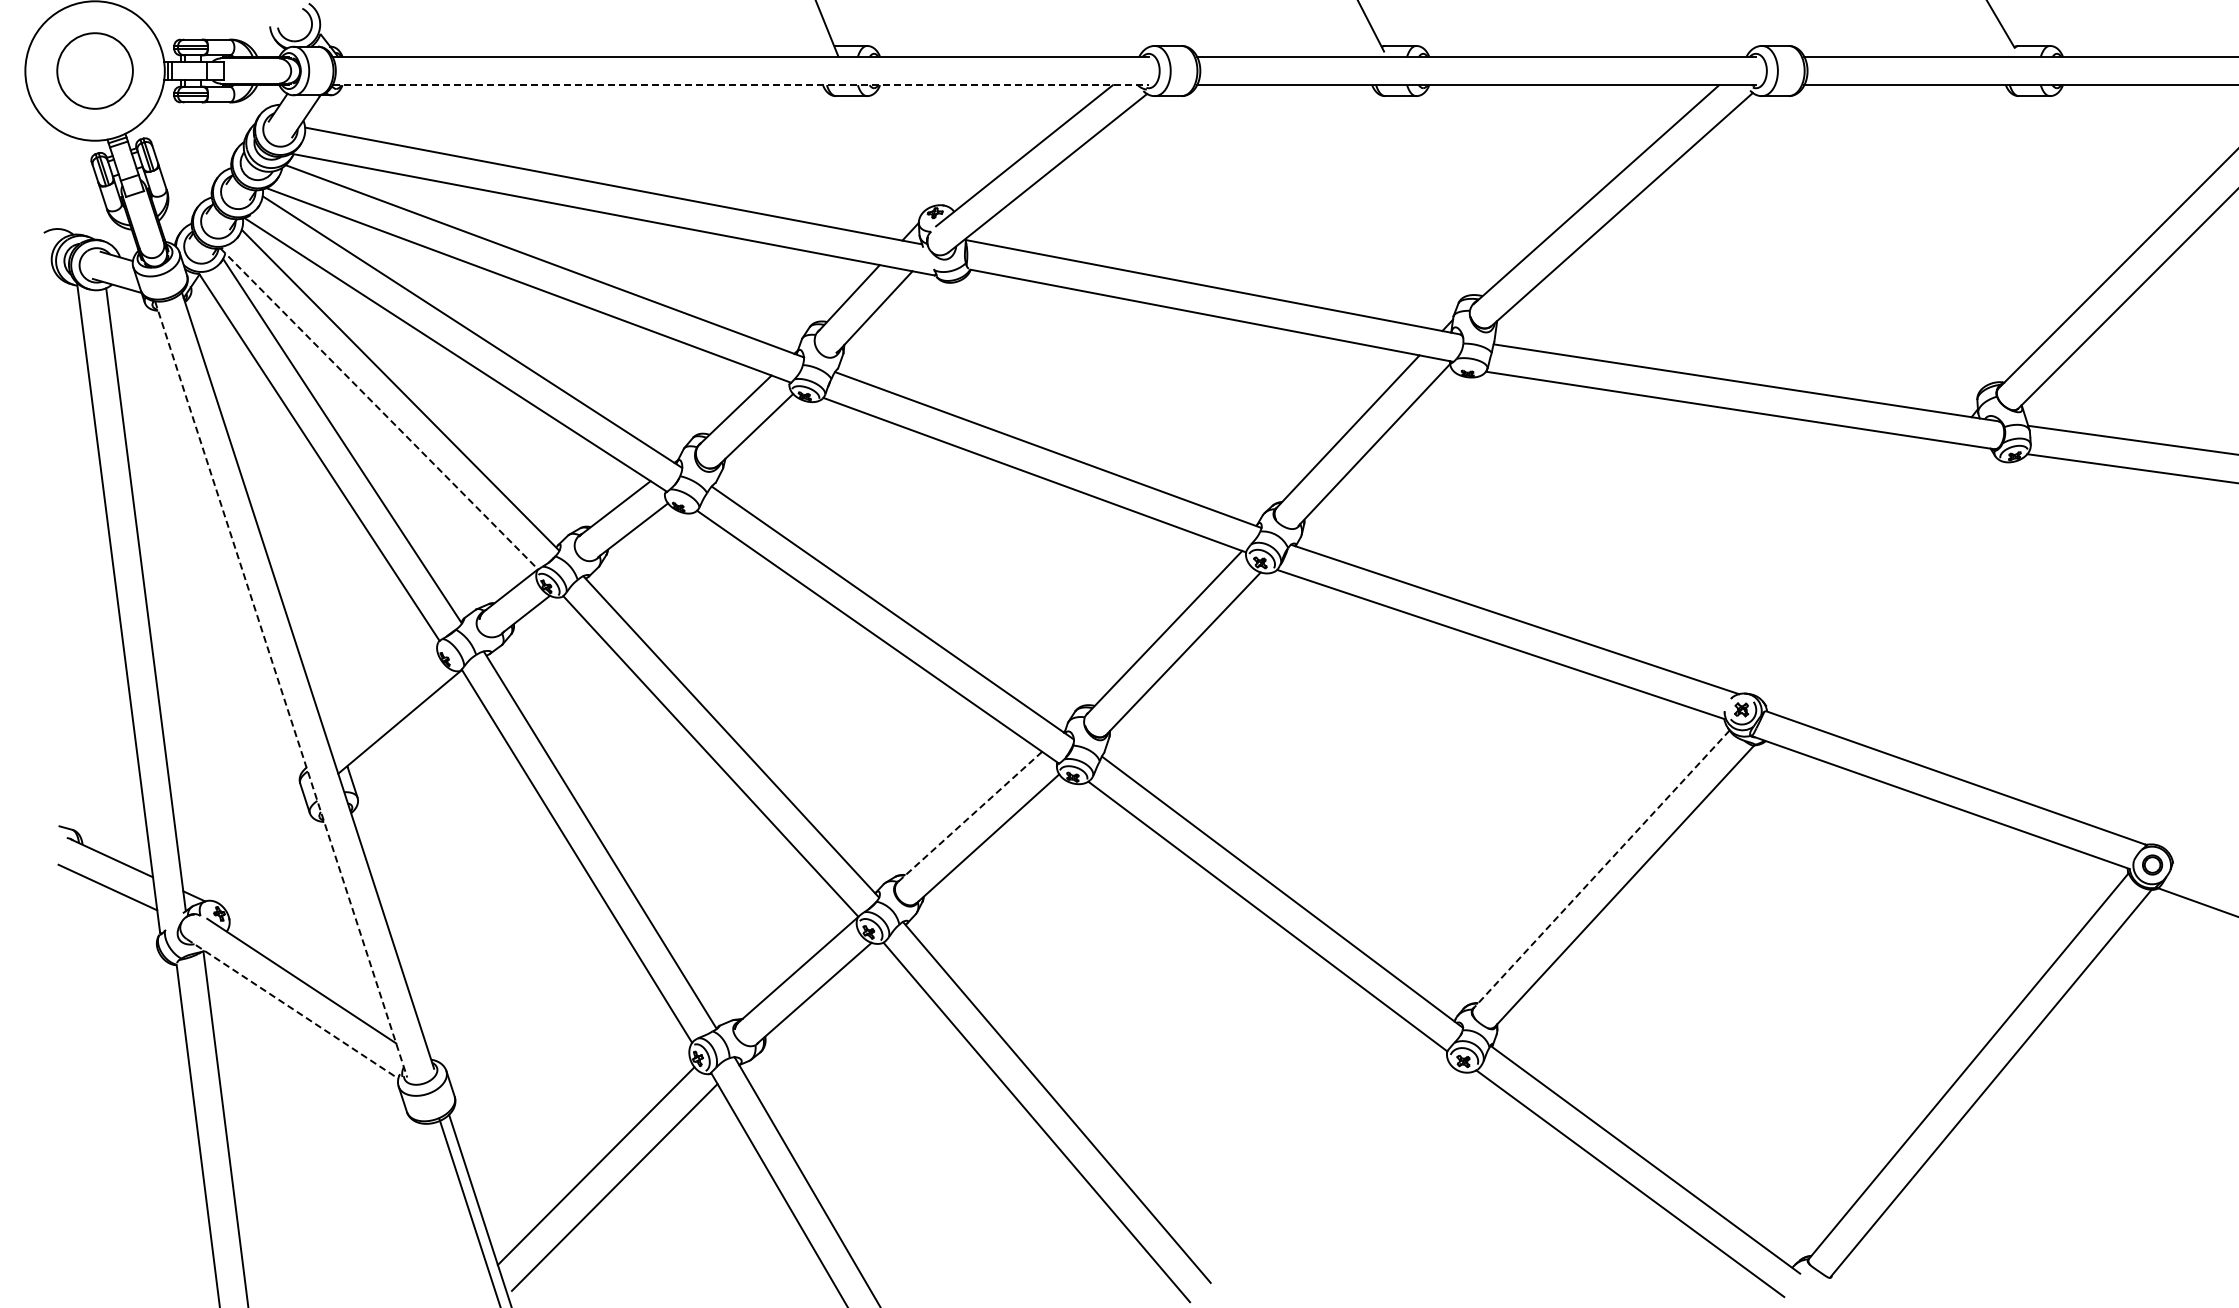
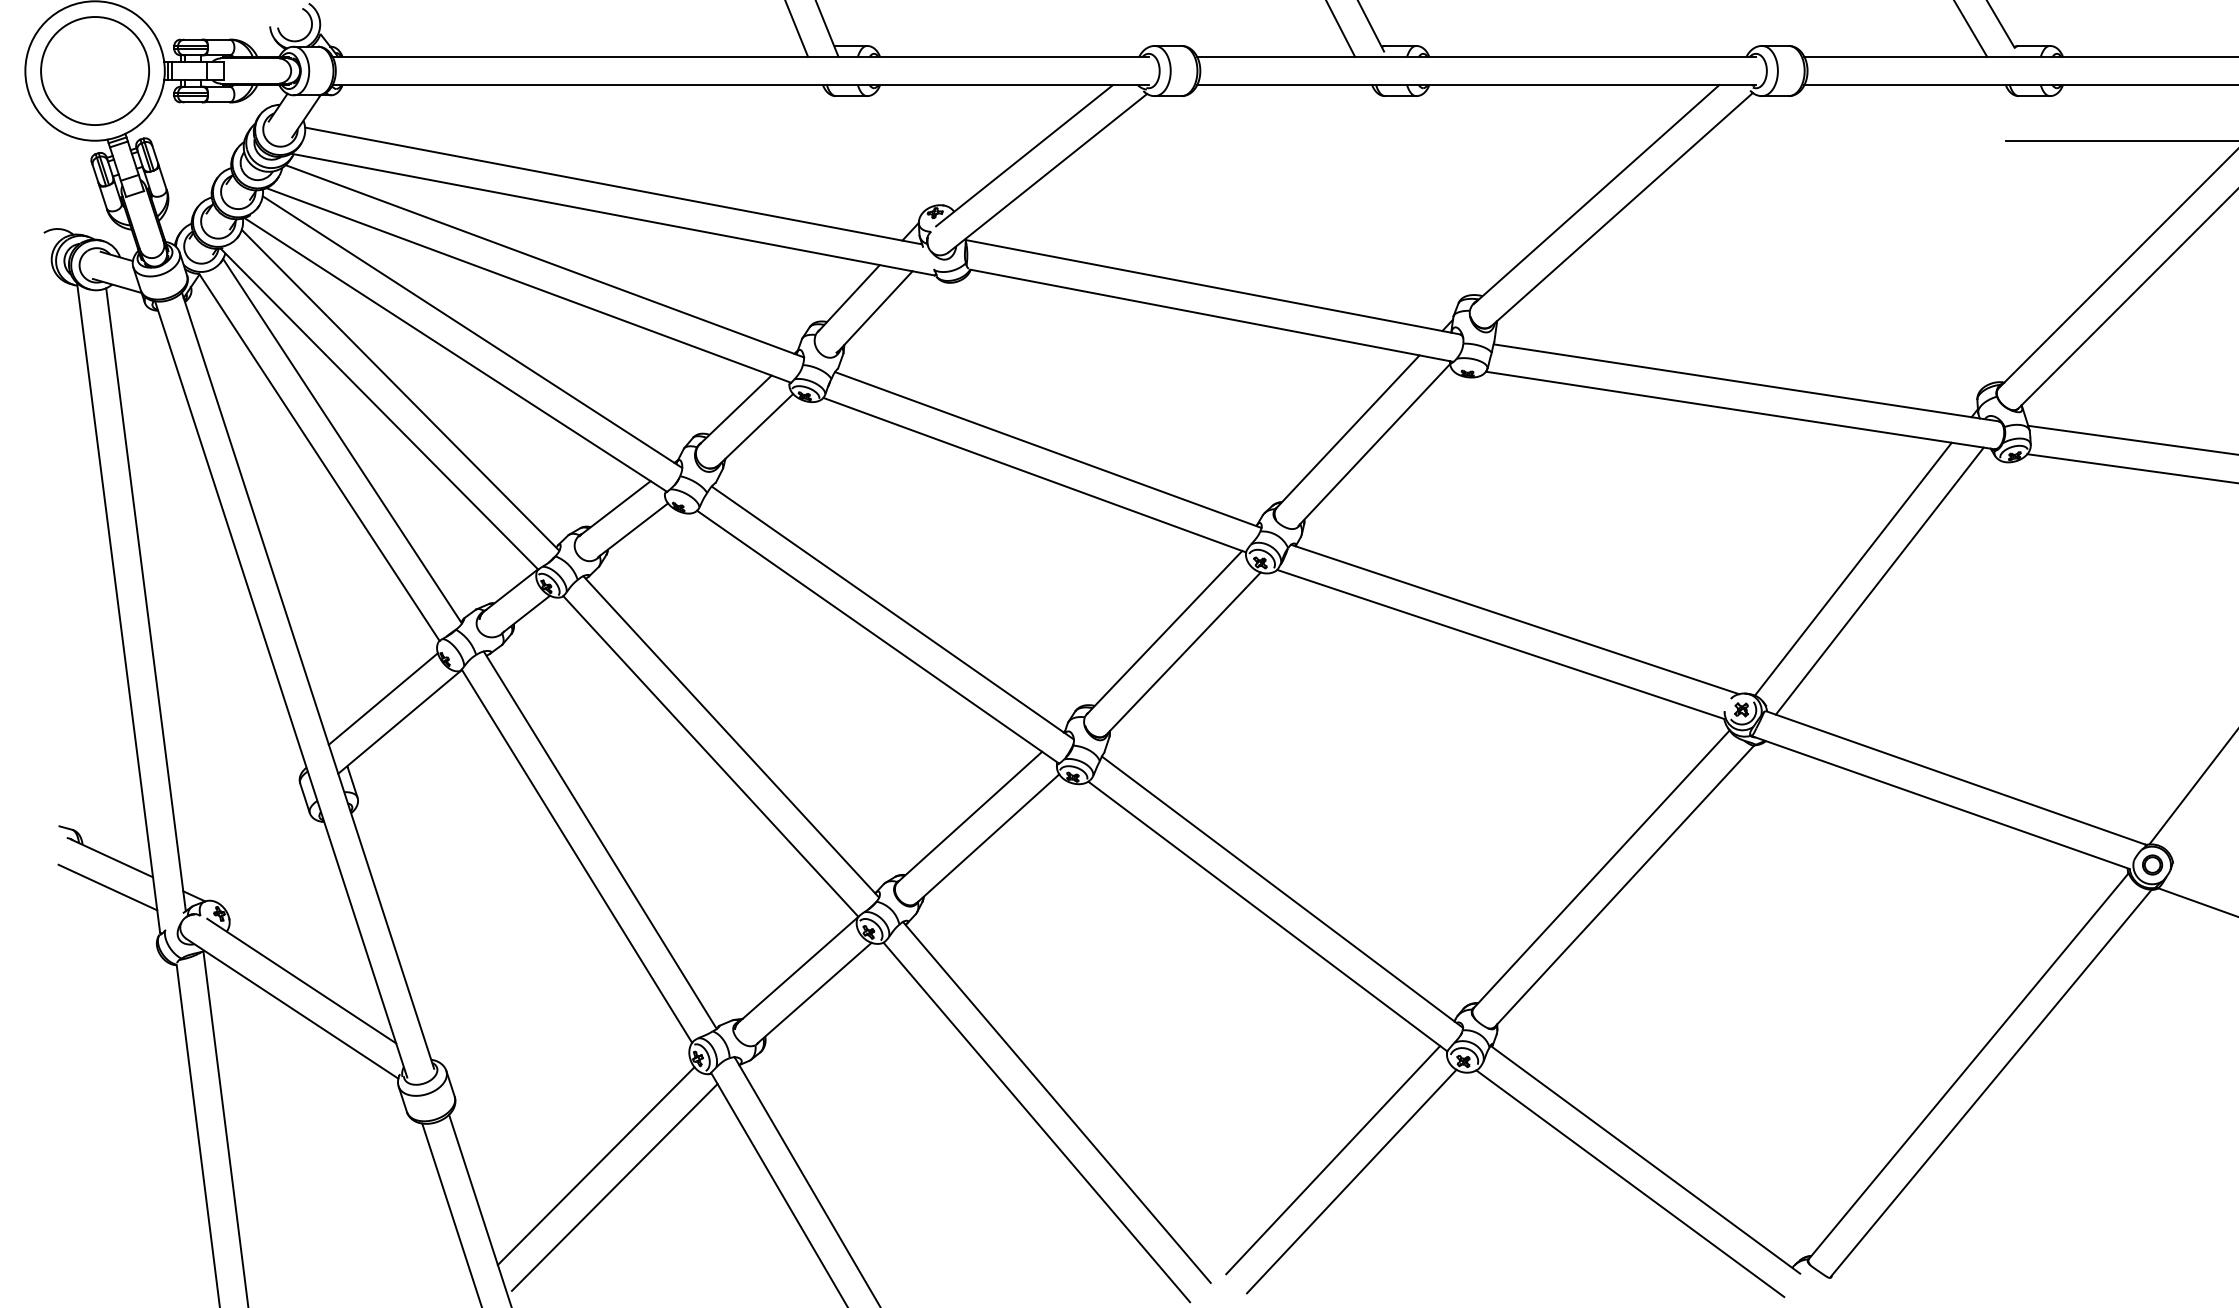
line at (796, 29): none -> present
line at (1341, 29): none -> present
line at (1971, 29): none -> present
circle at (94, 70) diameter: 76 px -> 108 px
line at (741, 85): dashed -> solid
line at (2120, 140): none -> present
line at (379, 409): dashed -> solid
line at (1852, 568): none -> present
line at (1879, 580): none -> present
line at (281, 689): dashed -> solid
line at (382, 698): none -> present
line at (2192, 788): none -> present
line at (969, 817): dashed -> solid
line at (1601, 869): dashed -> solid
line at (292, 1008): dashed -> solid
line at (1333, 1160): none -> present
line at (1351, 1181): none -> present
line at (469, 1211) position: (469, 1211) -> (451, 1213)
